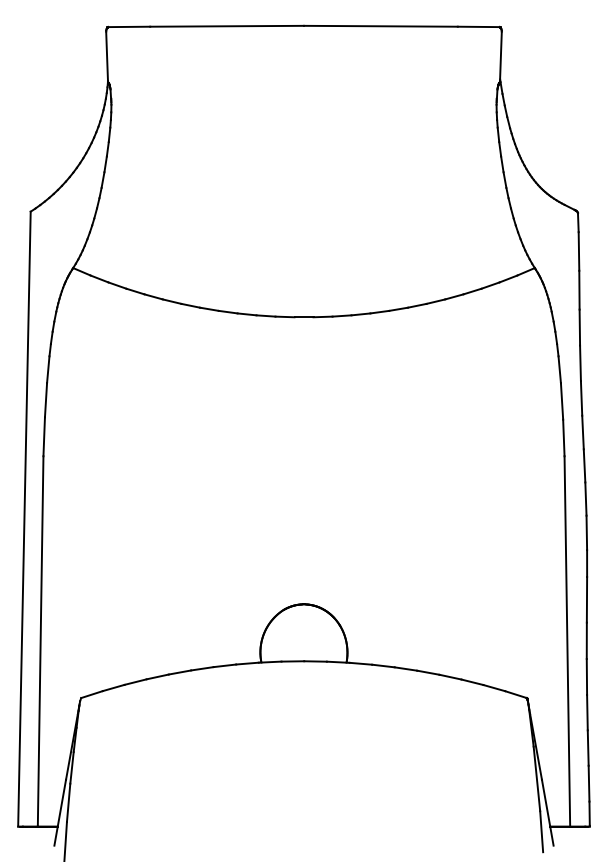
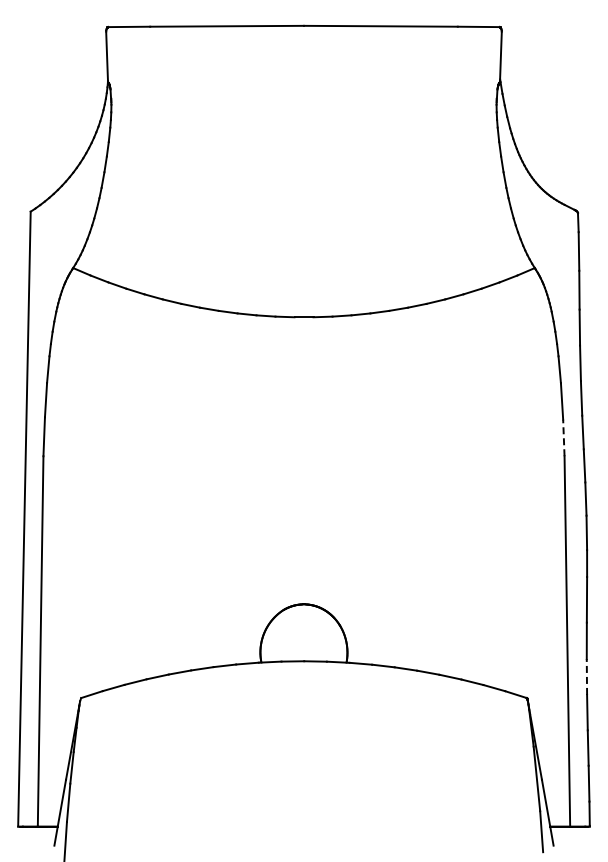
line at (563, 437): solid -> dashed
line at (586, 676): solid -> dashed
